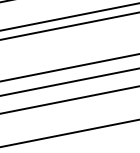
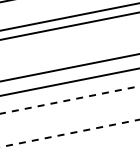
line at (69, 100): solid -> dashed
line at (70, 133): solid -> dashed
